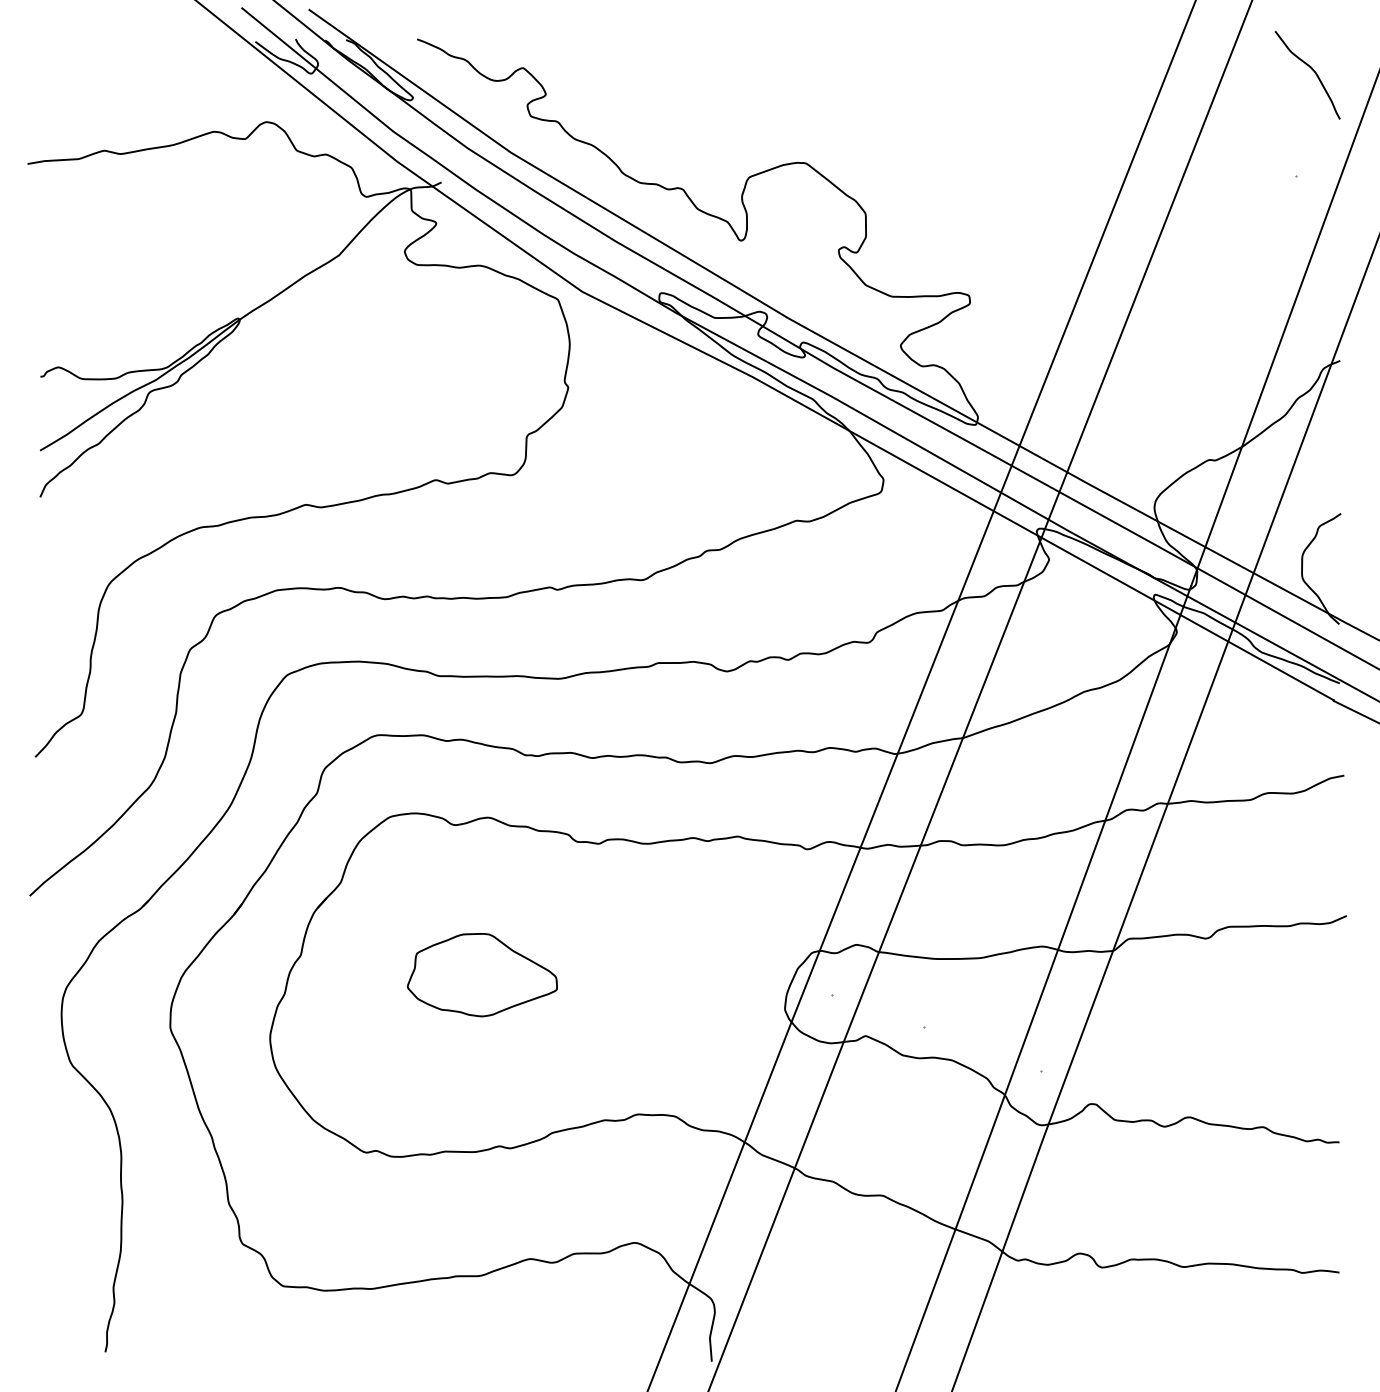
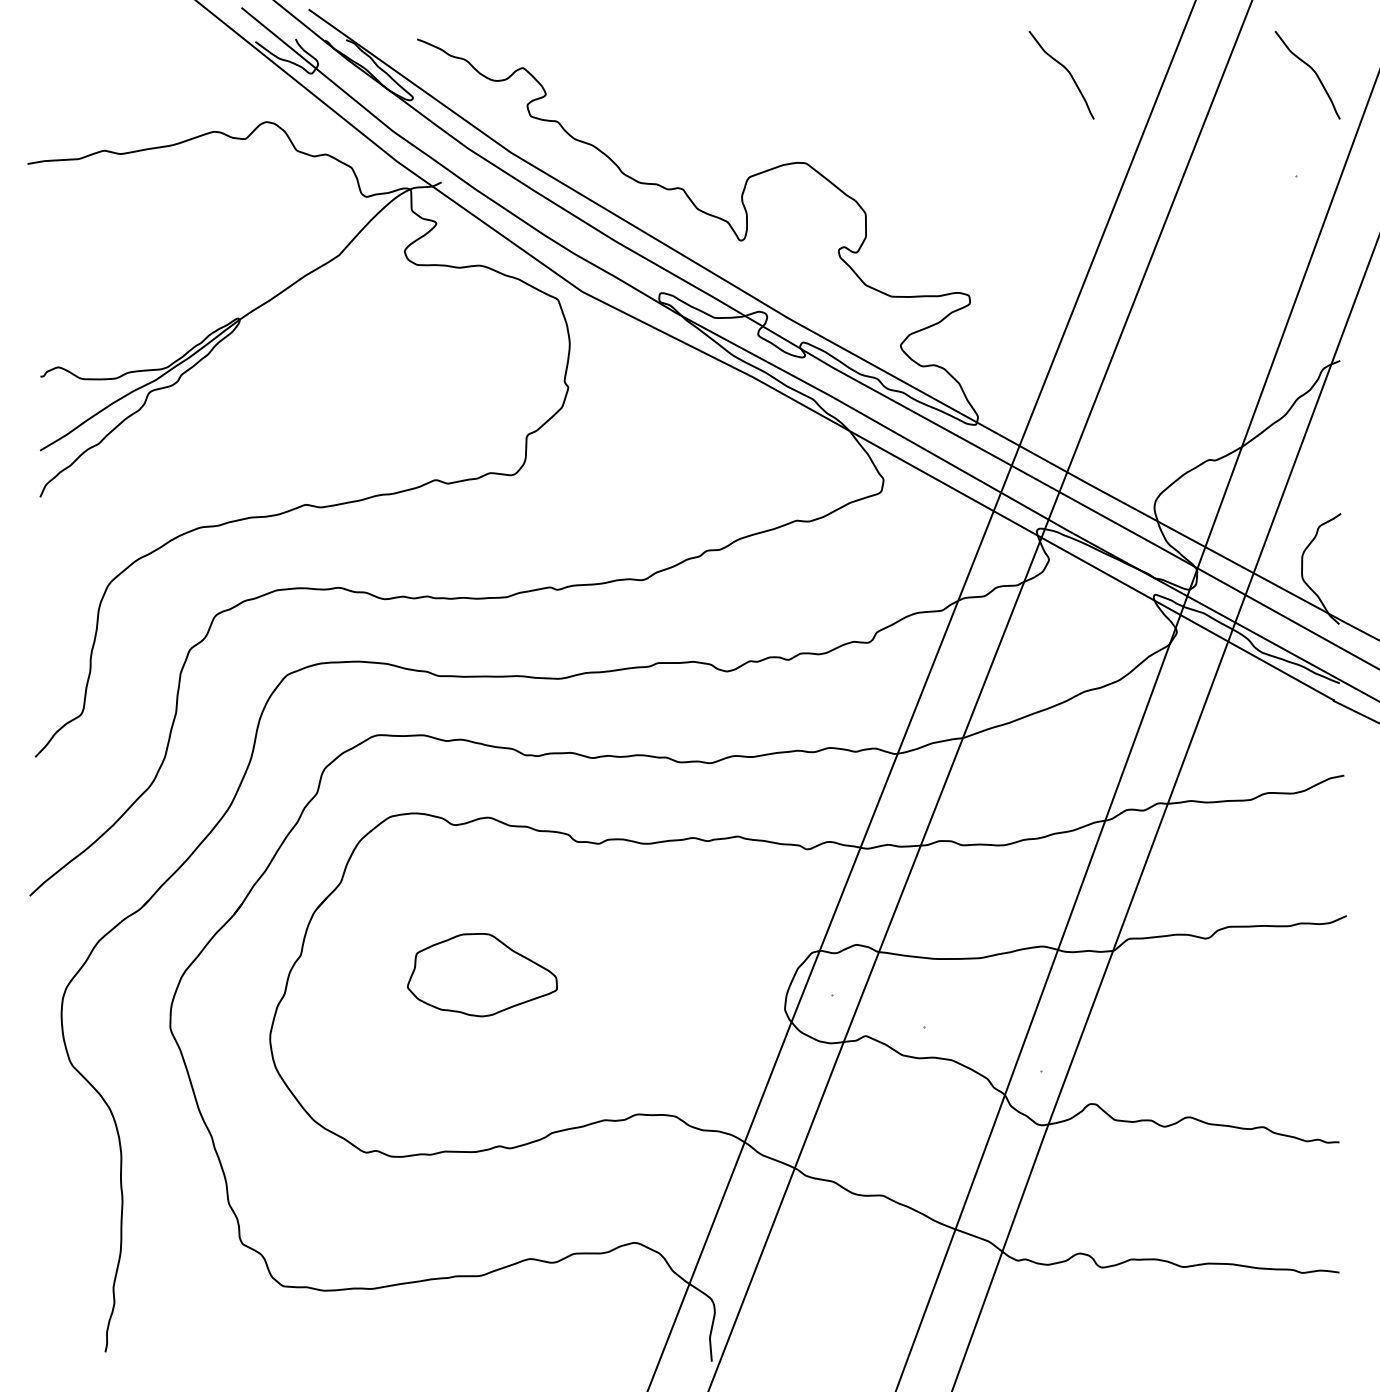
curve at (1066, 70): none -> present
